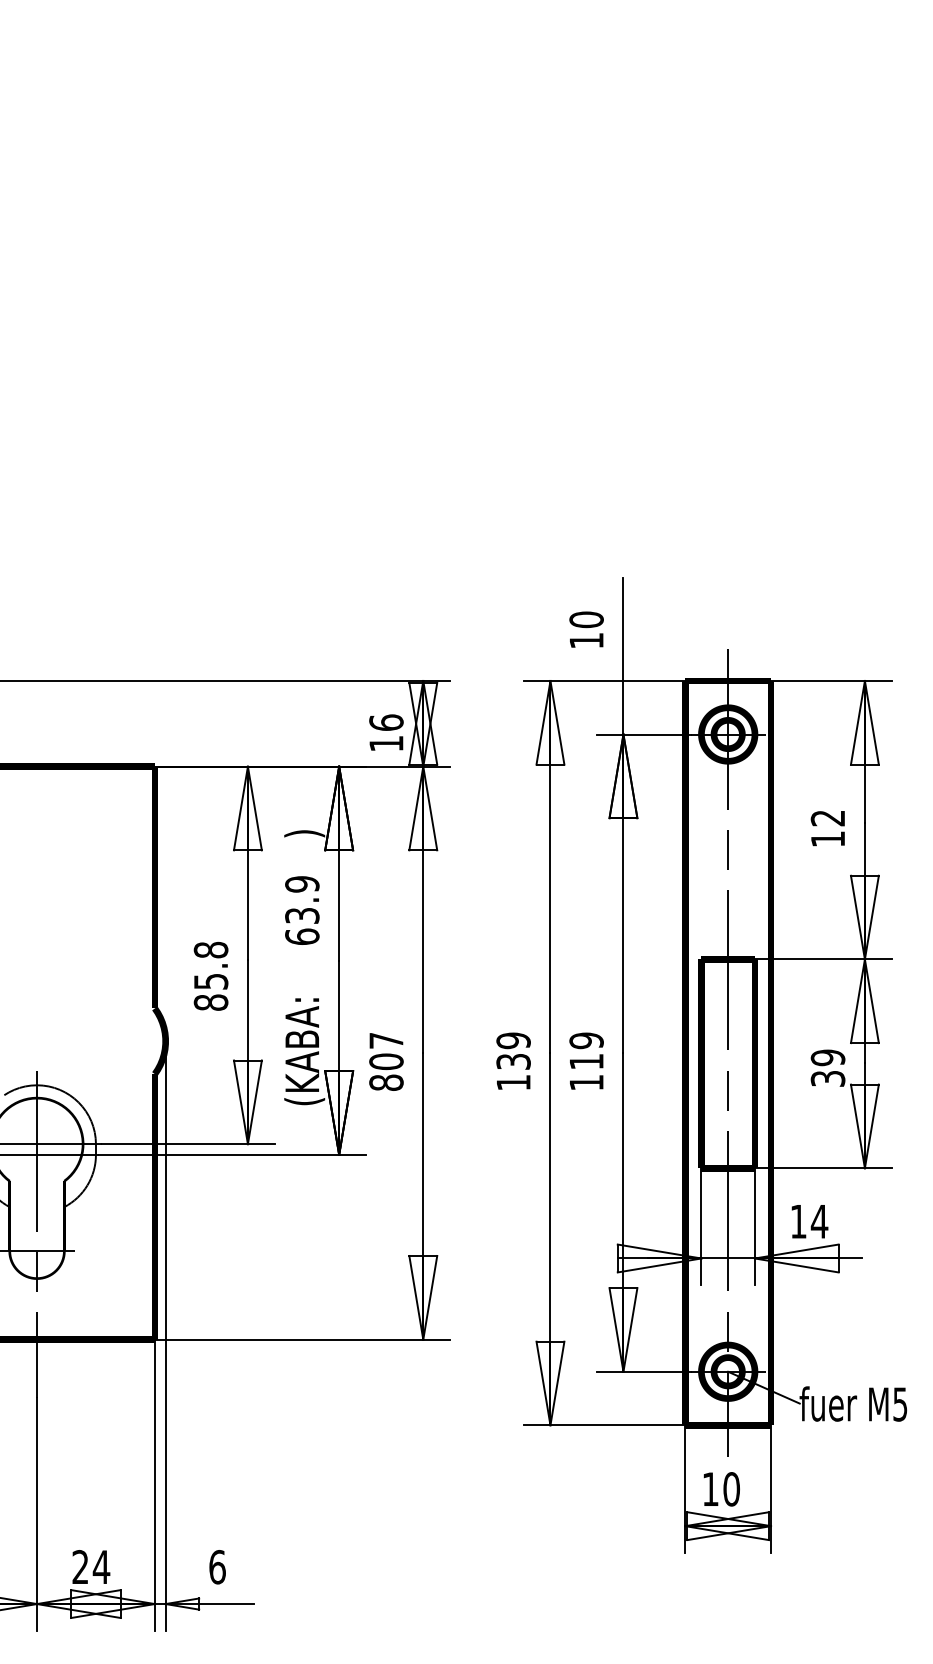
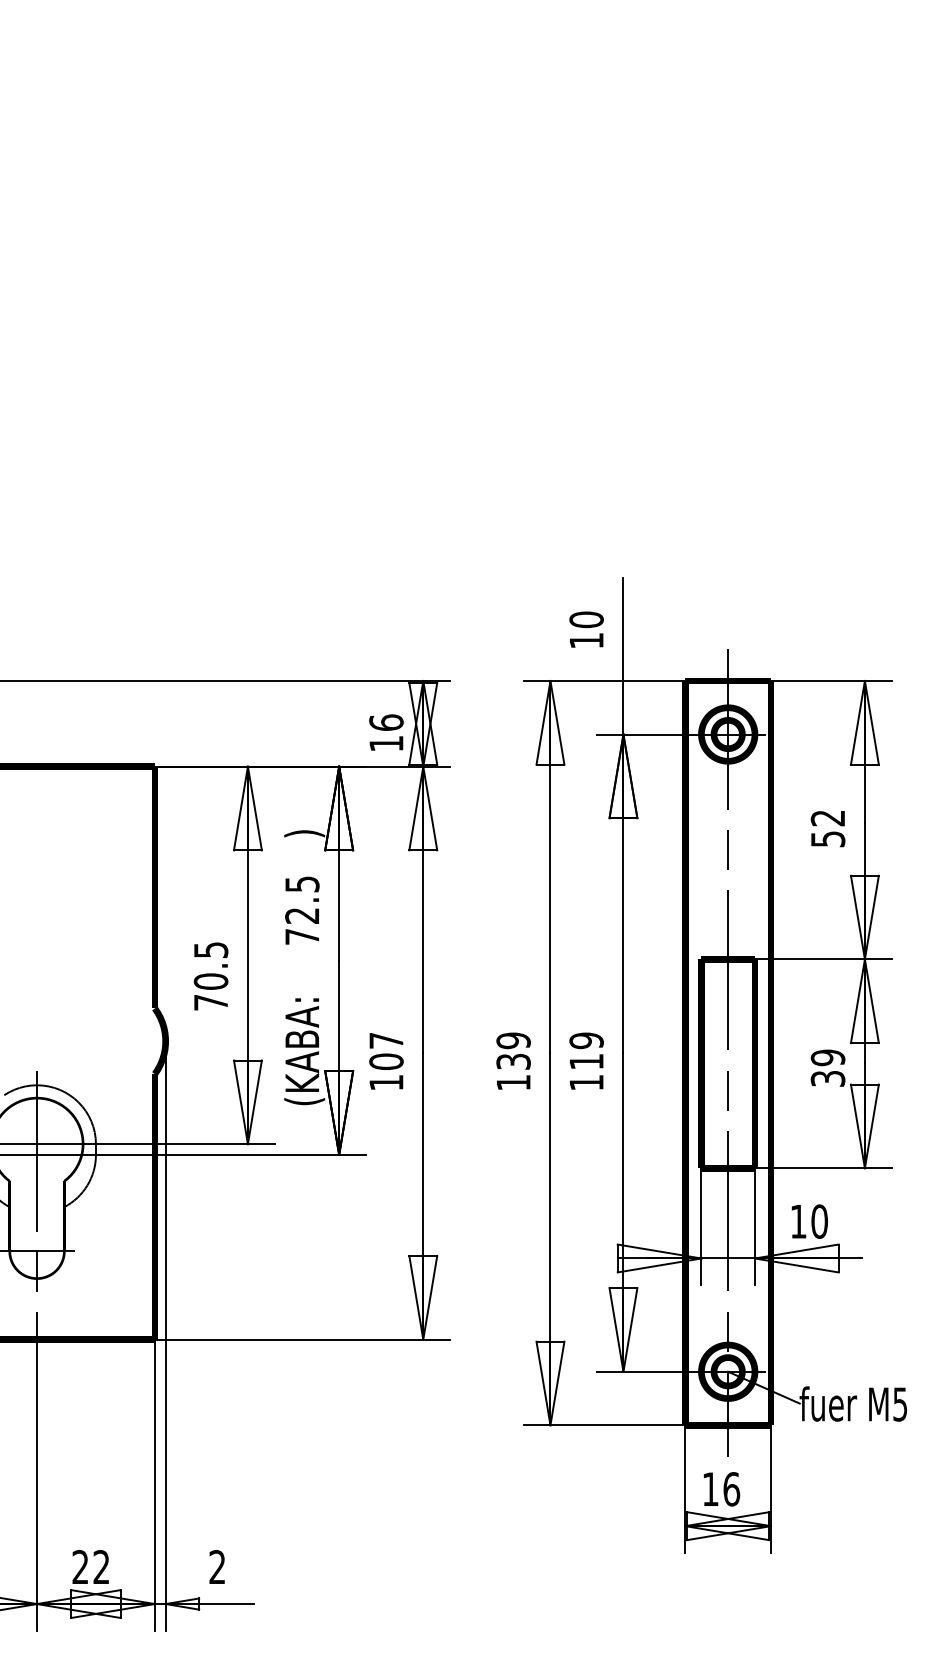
text at (828, 839): 12 -> 52
text at (302, 910): 63.9 -> 72.5
text at (210, 975): 85.8 -> 70.5
text at (386, 1082): 807 -> 107
text at (819, 1221): 14 -> 10
text at (731, 1489): 10 -> 16
text at (101, 1566): 24 -> 22
text at (217, 1567): 6 -> 2
